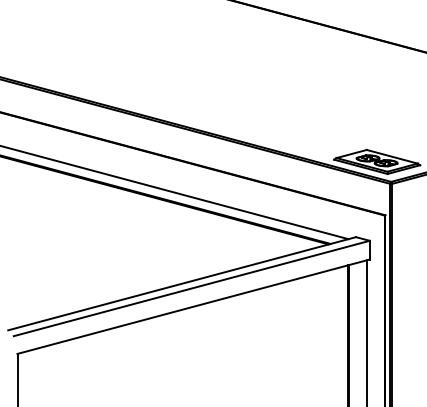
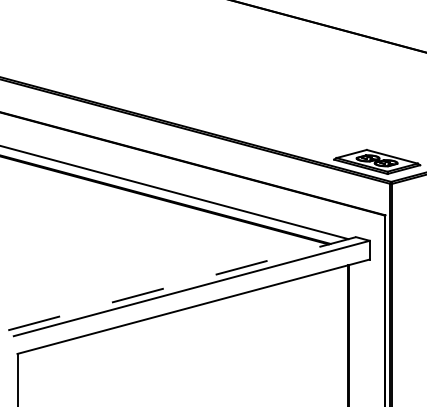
line at (182, 283): solid -> dashed
line at (366, 331): present -> none
